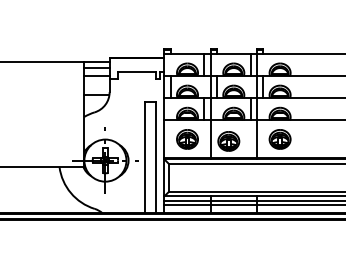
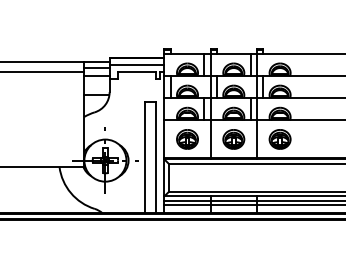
line at (136, 65): none -> present
line at (43, 72): none -> present
part at (228, 141) position: (228, 141) -> (233, 139)
